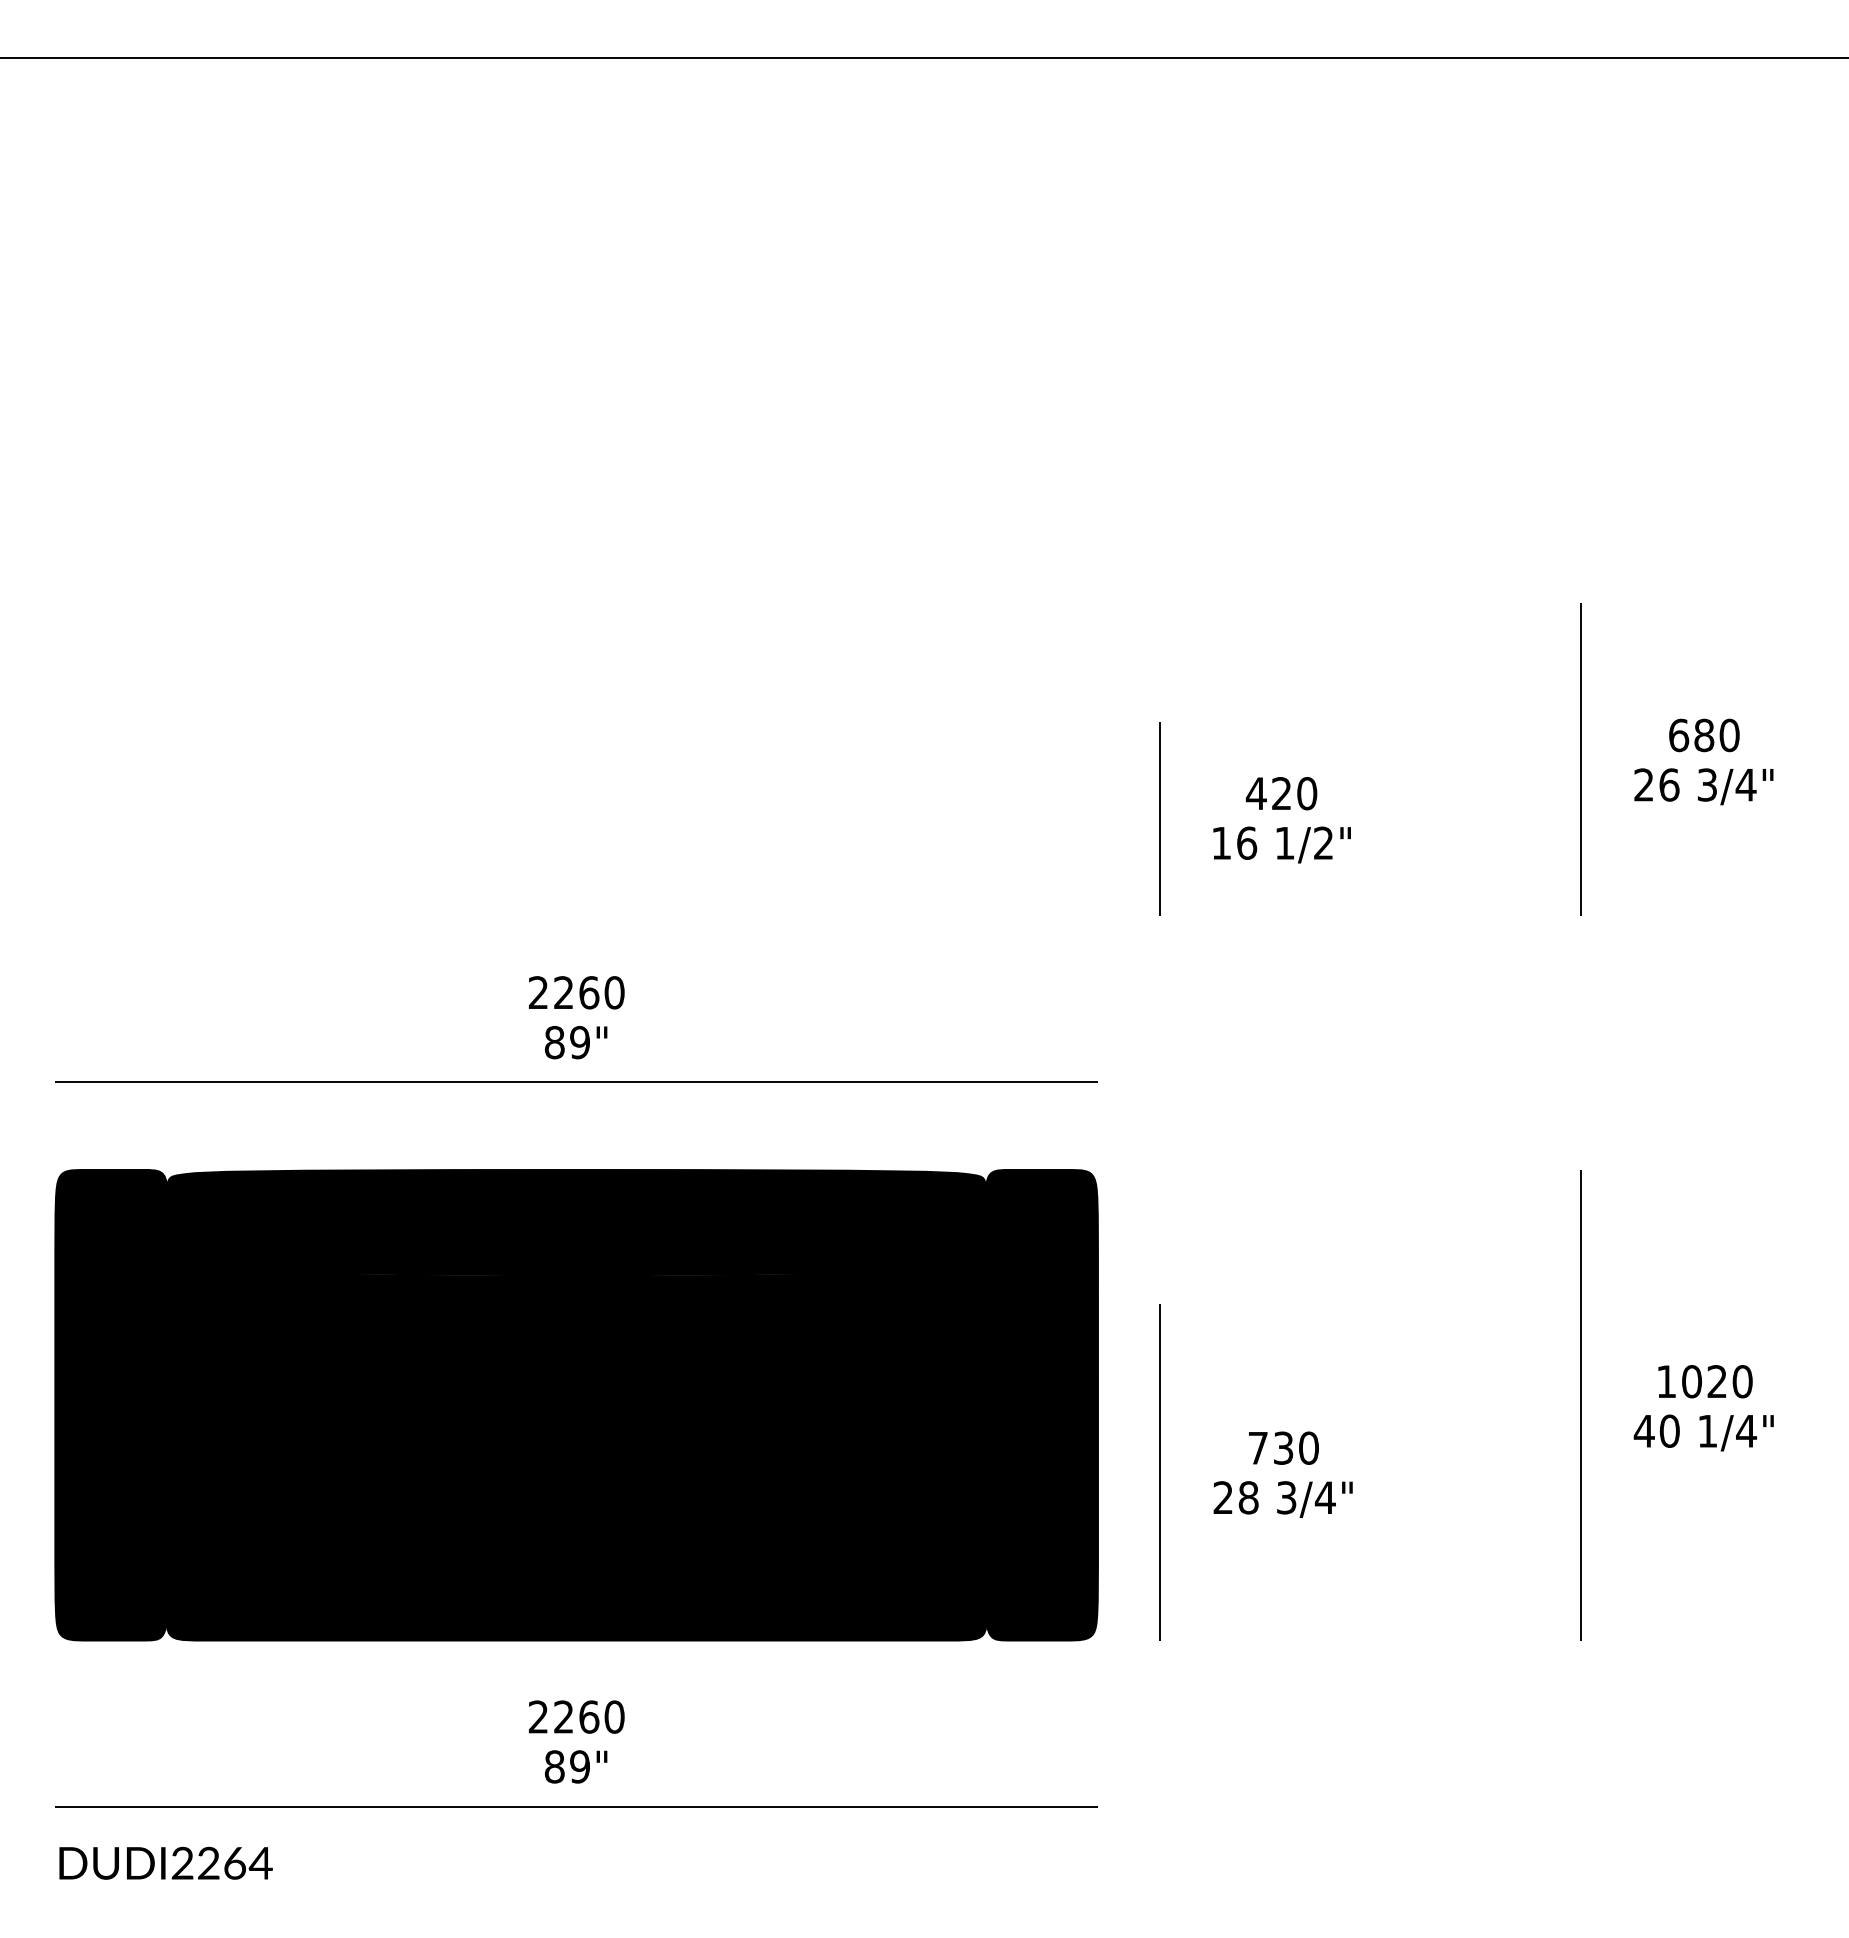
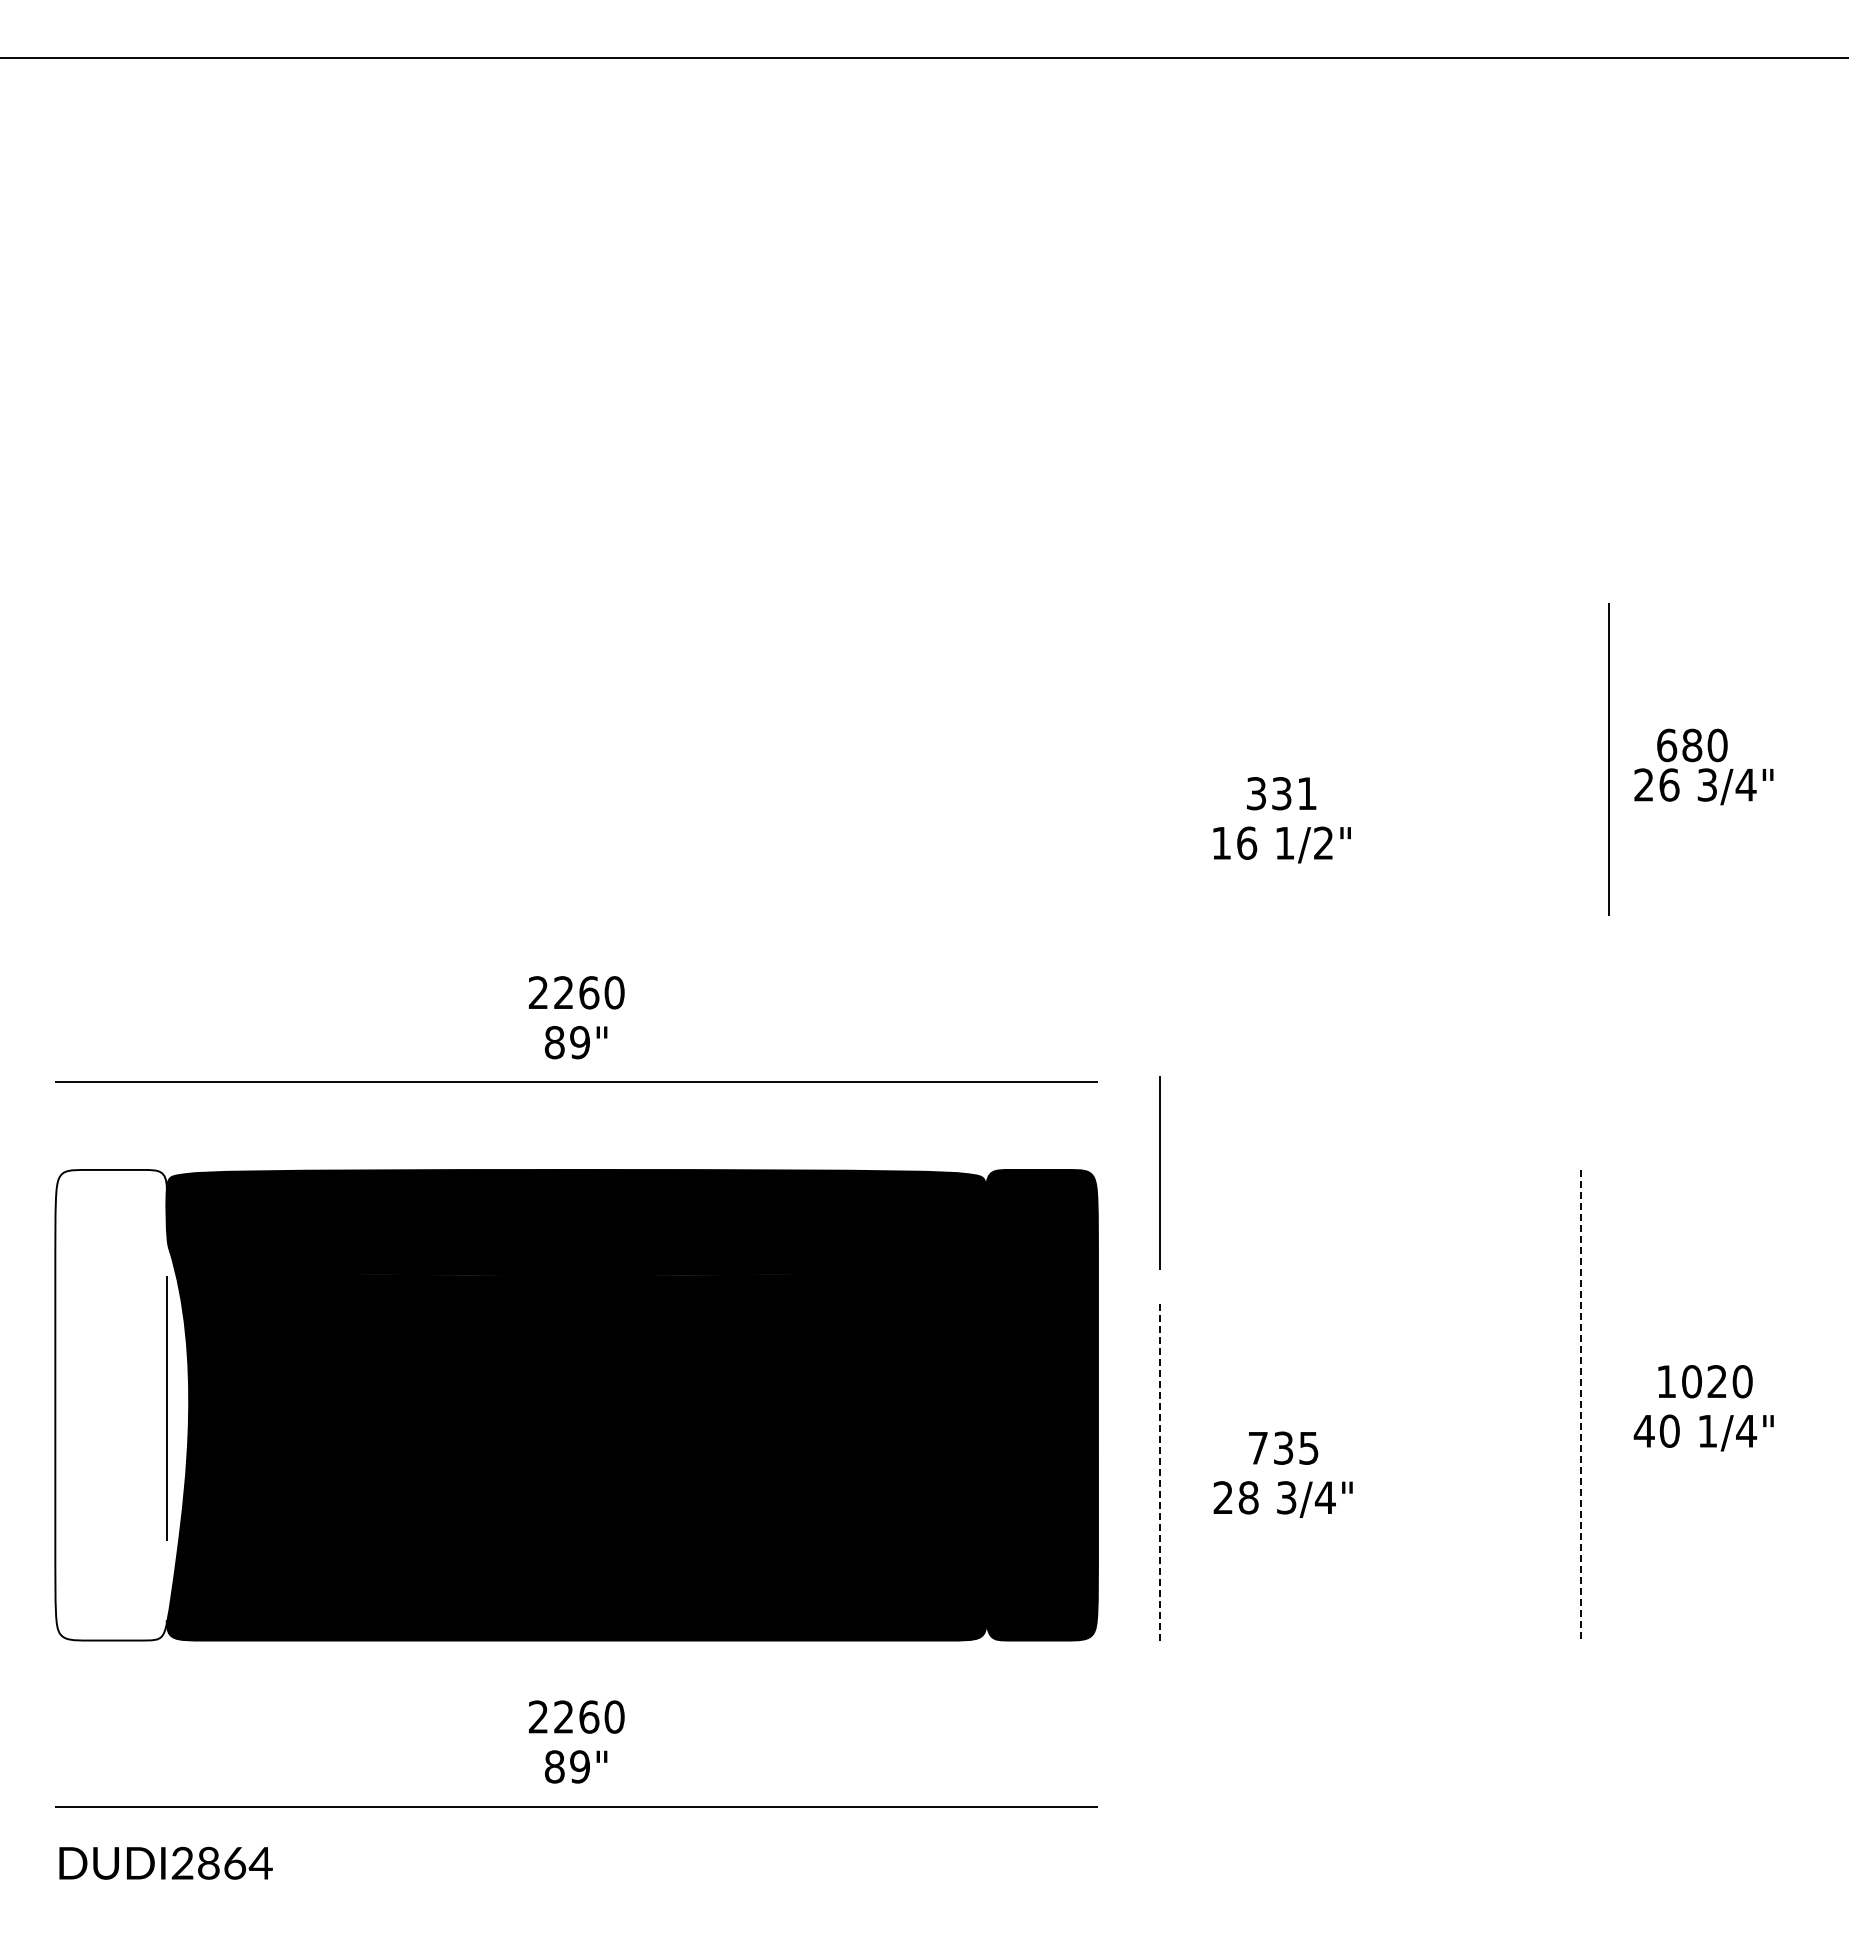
text at (1704, 735) position: (1704, 735) -> (1692, 745)
line at (1580, 759) position: (1580, 759) -> (1608, 759)
text at (1281, 793): 420 -> 331
line at (1159, 818) position: (1159, 818) -> (1159, 1172)
fill at (122, 1404): present -> none
line at (1580, 1405): solid -> dashed
text at (1308, 1447): 730 -> 735
line at (1160, 1471): solid -> dashed
text at (208, 1863): DUDI2264 -> DUDI2864
